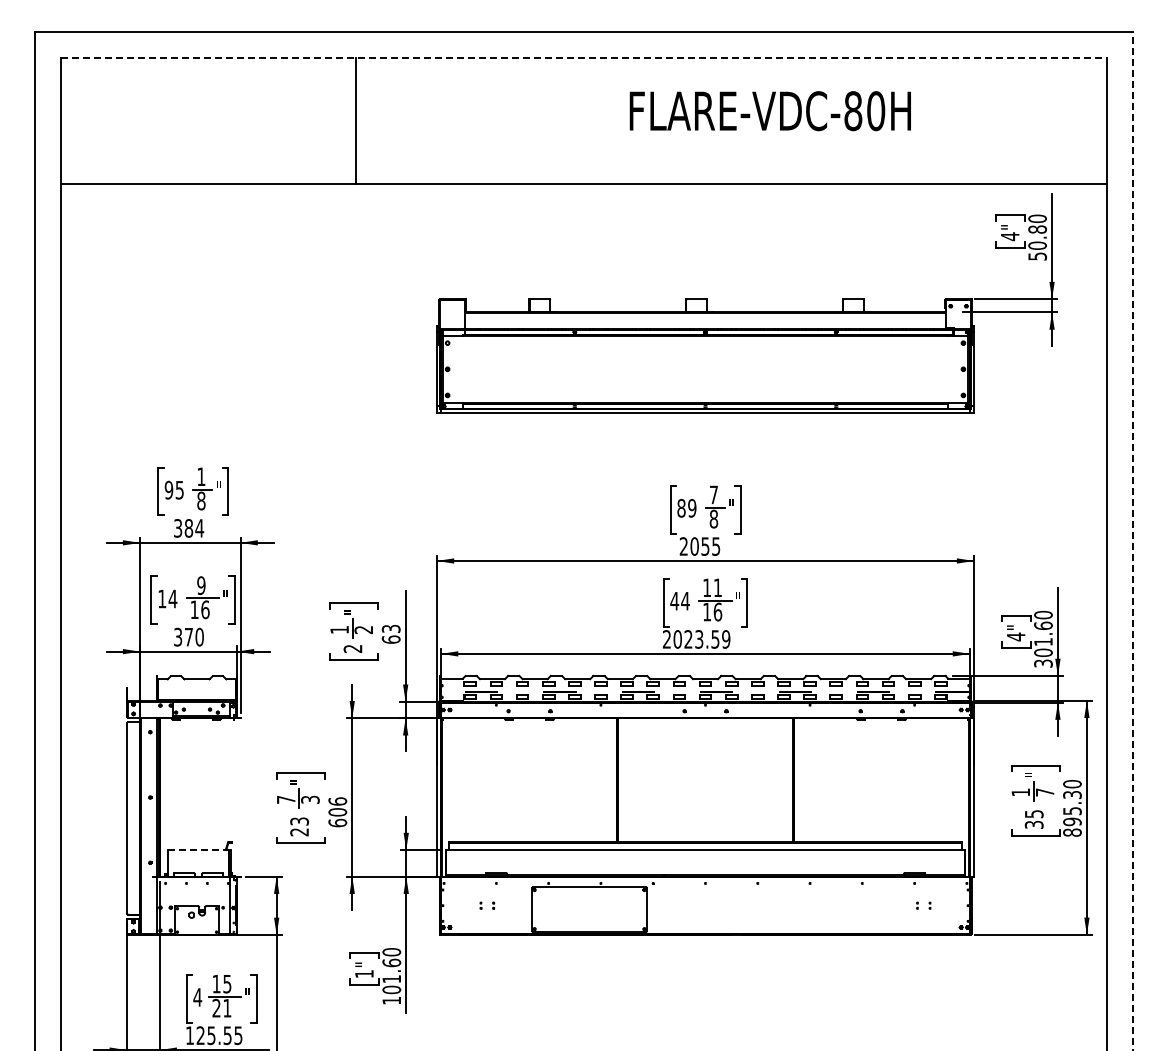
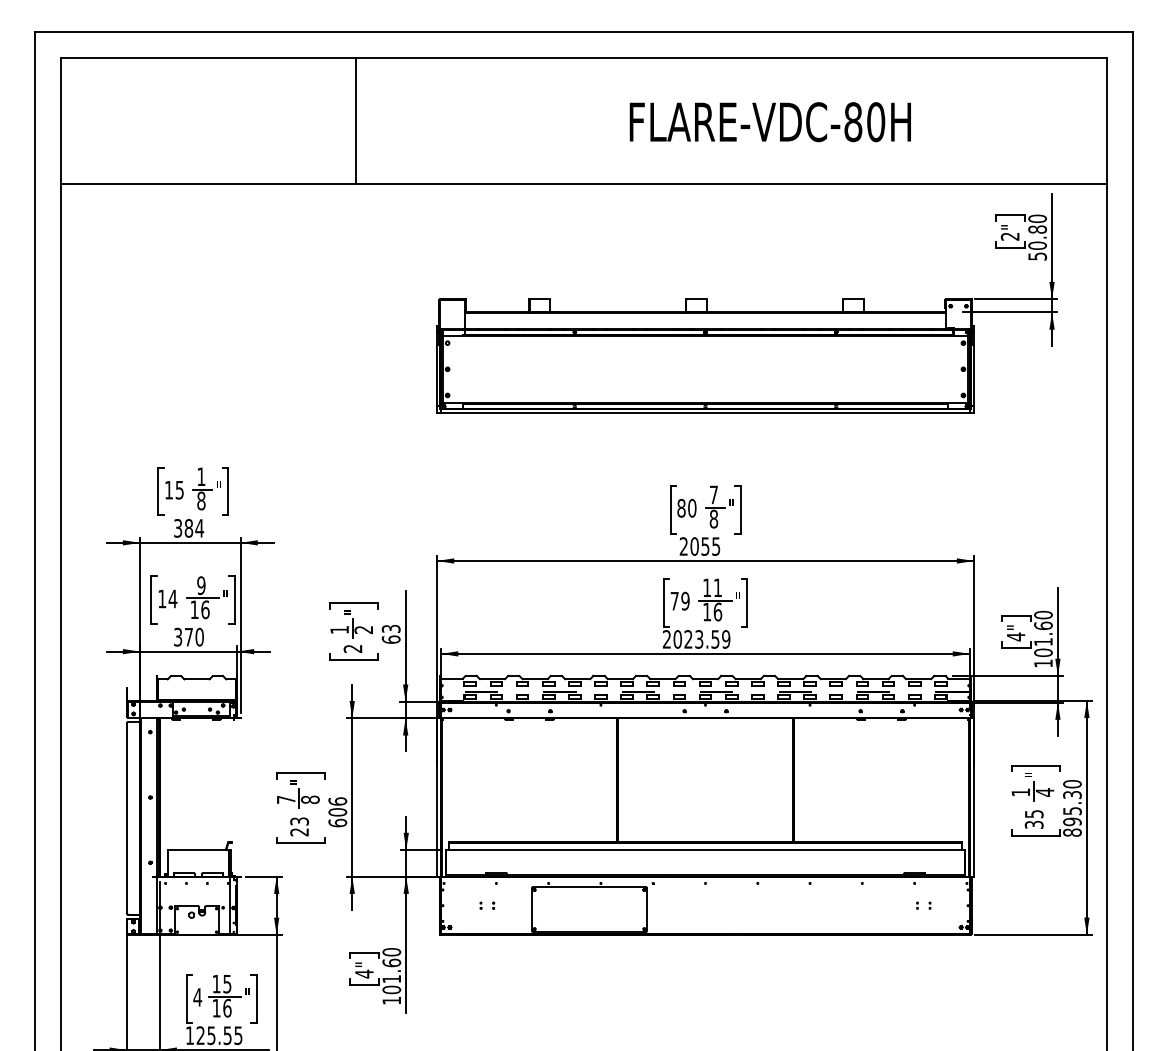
line at (584, 57): dashed -> solid
text at (769, 111) position: (769, 111) -> (769, 122)
text at (1009, 236): 4" -> 2"
text at (168, 489): 95 -> 15
text at (692, 508): 89 -> 80
line at (1132, 540): dashed -> solid
text at (679, 600): 44 -> 79
text at (1043, 663): 301.60 -> 101.60
text at (1045, 792): 7 -> 4
text at (310, 799): 3 -> 8
line at (198, 849): dashed -> solid
text at (364, 973): 1" -> 4"
text at (221, 1007): 21 -> 16
